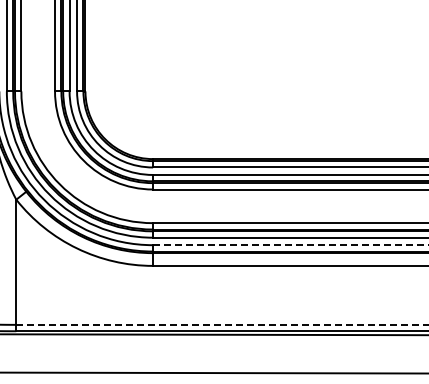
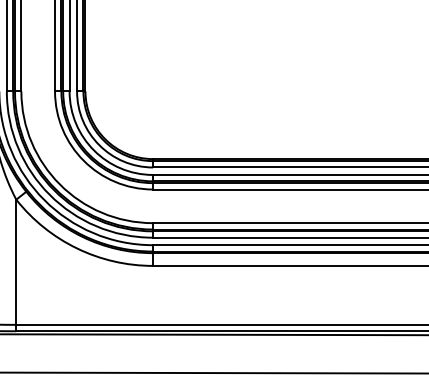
line at (291, 245): dashed -> solid
line at (222, 324): dashed -> solid
